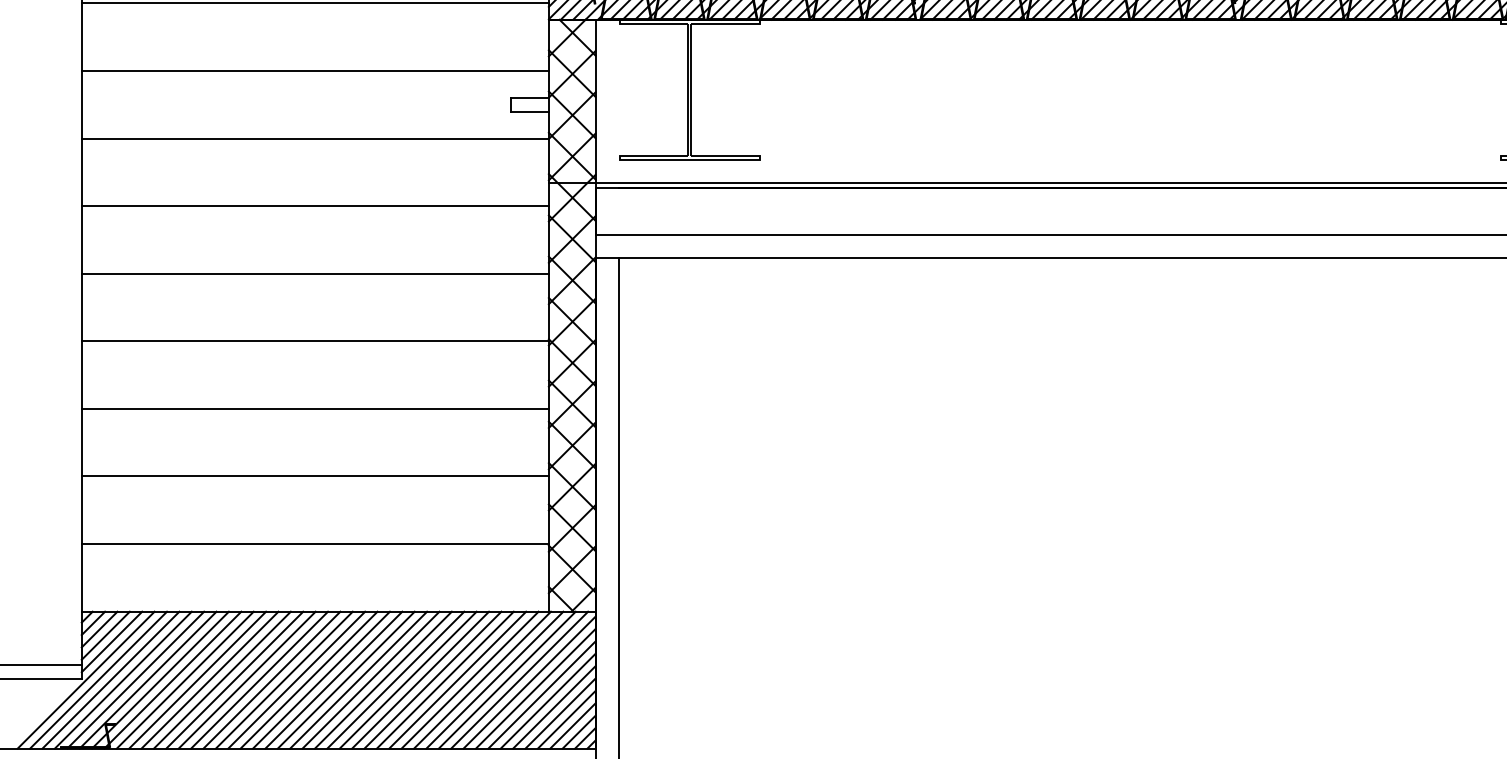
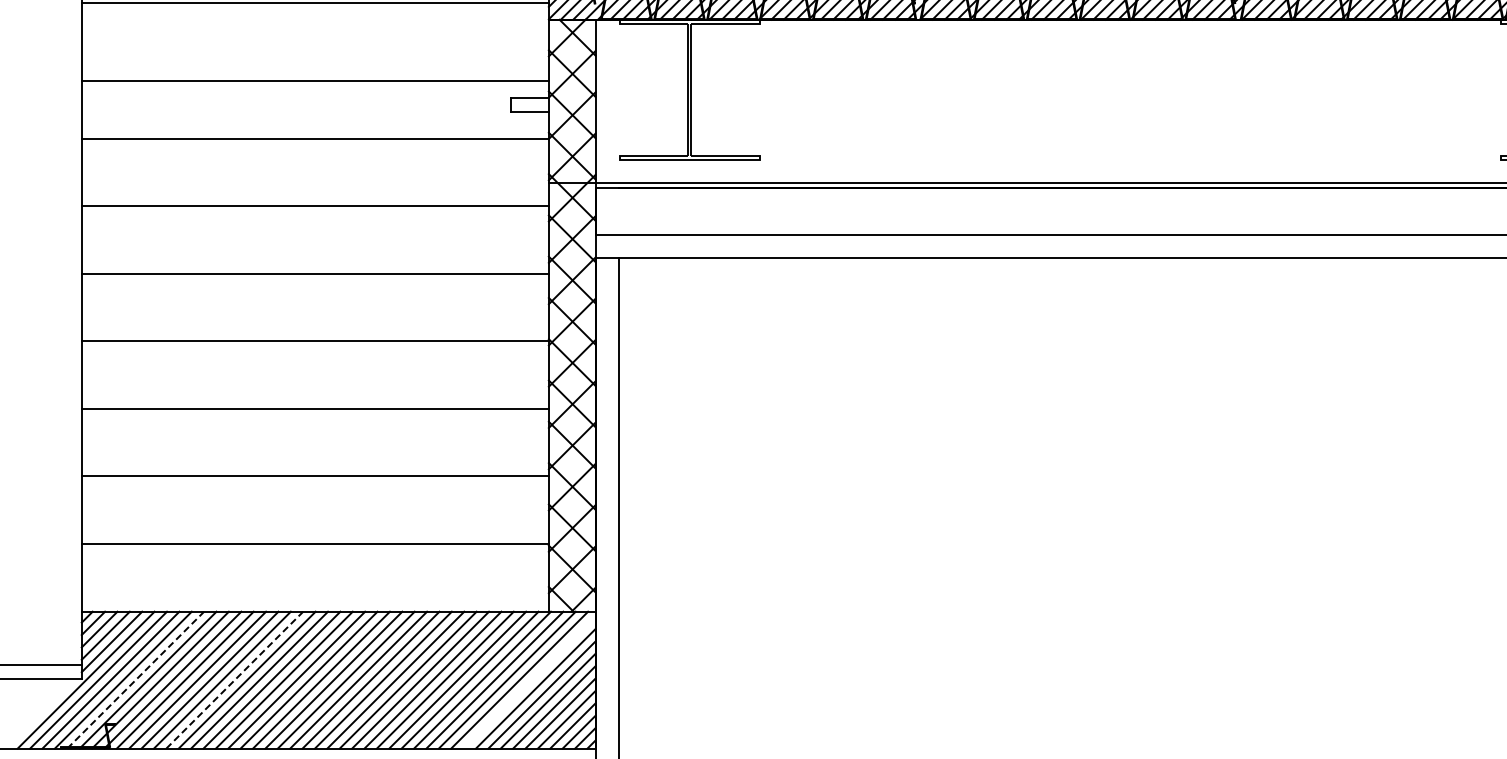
line at (314, 70) position: (314, 70) -> (314, 80)
line at (135, 680): solid -> dashed
line at (234, 680): solid -> dashed
line at (529, 682): present -> none
